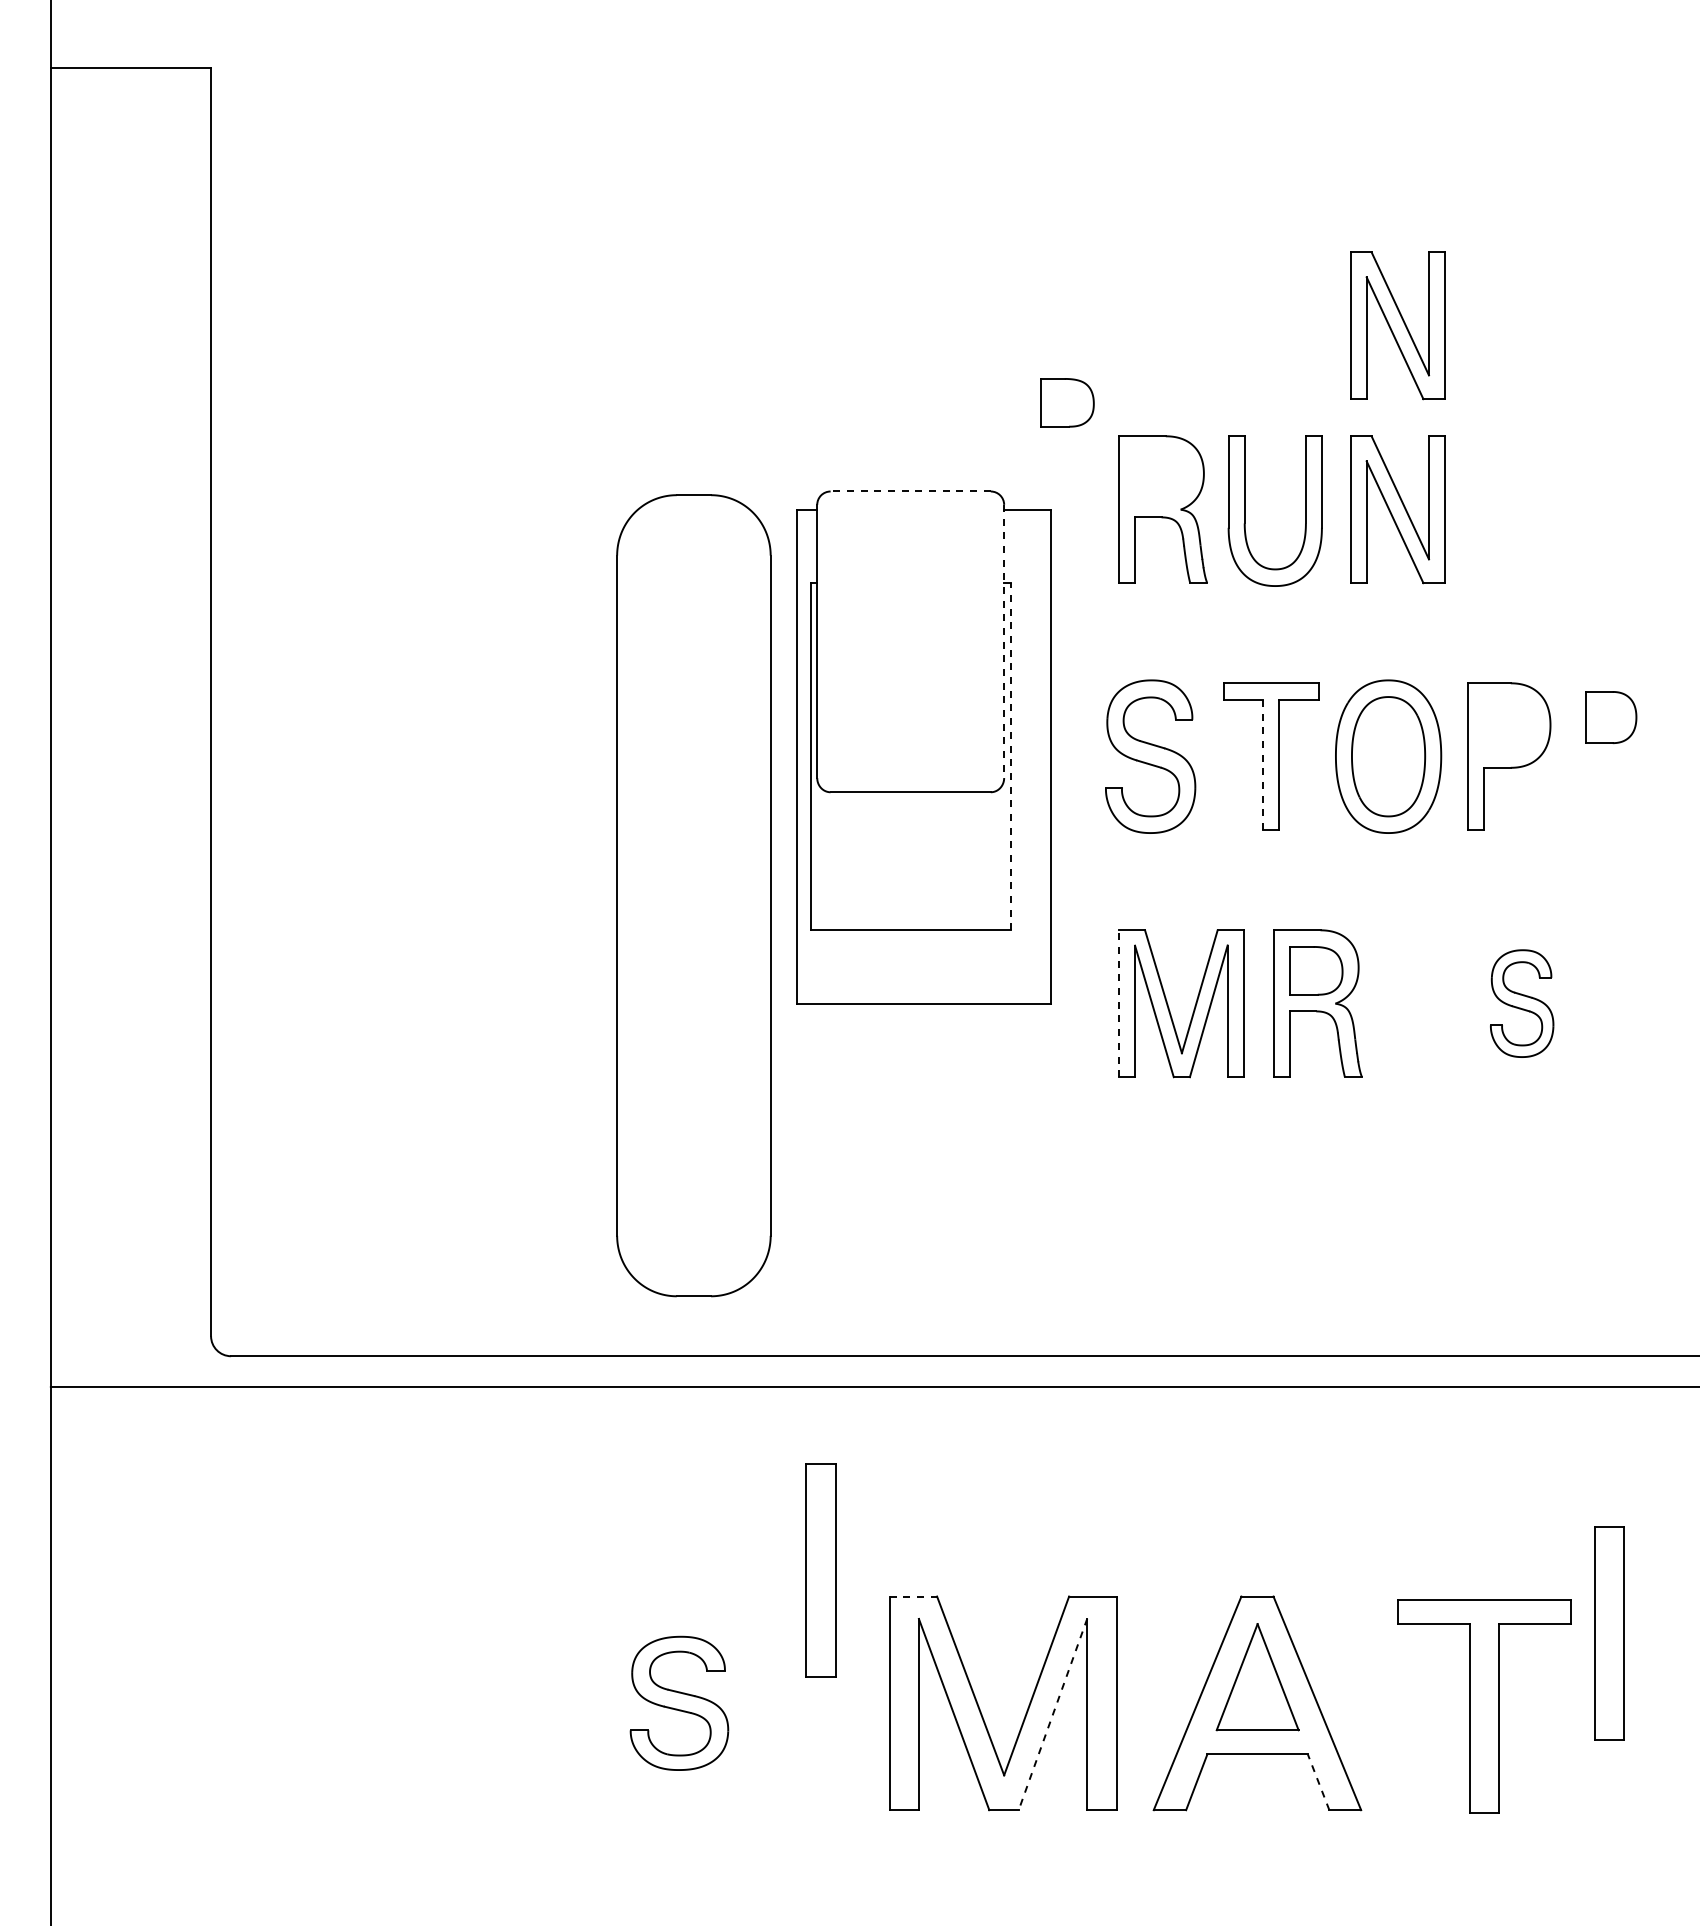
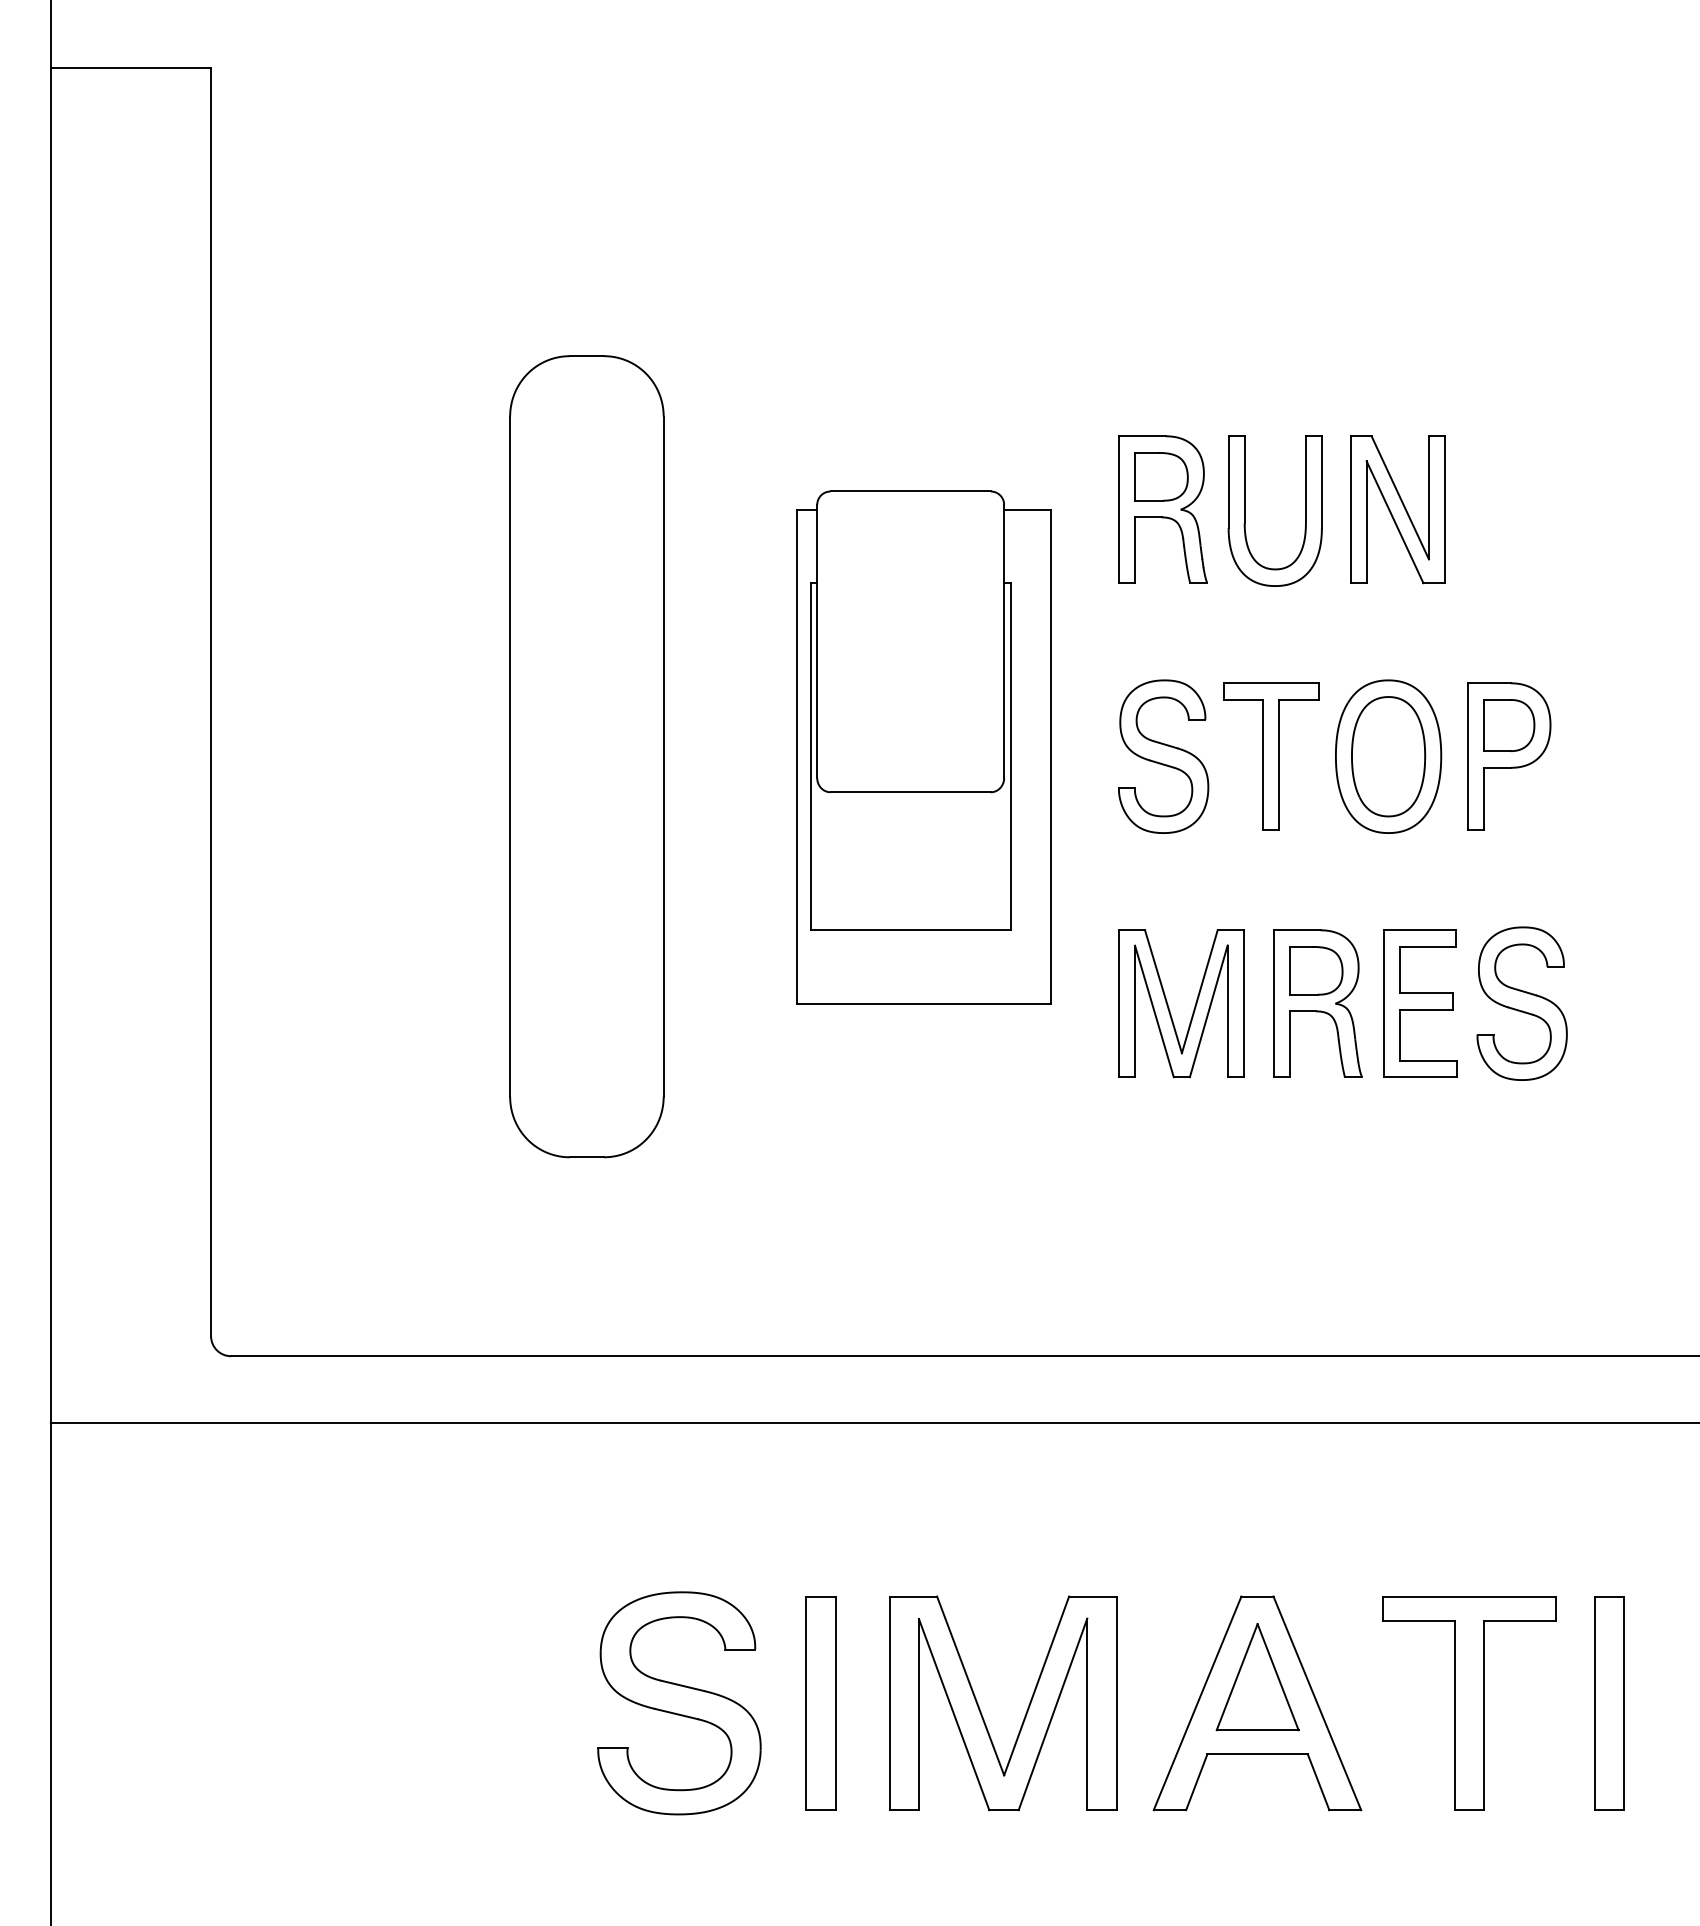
part at (1397, 325): present -> none
part at (1067, 402) position: (1067, 402) -> (1161, 476)
line at (910, 491): dashed -> solid
line at (1004, 641): dashed -> solid
part at (1611, 717) position: (1611, 717) -> (1509, 725)
line at (1010, 756): dashed -> solid
part at (1150, 756) position: (1150, 756) -> (1163, 756)
line at (1263, 764): dashed -> solid
part at (693, 895) position: (693, 895) -> (586, 756)
line at (1118, 1003): dashed -> solid
part at (1420, 1003): none -> present
part at (1522, 1003) size: 65x109 px -> 92x155 px
line at (873, 1386) position: (873, 1386) -> (873, 1422)
part at (820, 1570) position: (820, 1570) -> (820, 1703)
line at (913, 1596): dashed -> solid
part at (1609, 1633) position: (1609, 1633) -> (1609, 1703)
part at (679, 1702) size: 101x136 px -> 165x225 px
part at (1484, 1706) position: (1484, 1706) -> (1469, 1703)
line at (1053, 1714): dashed -> solid
line at (1318, 1782): dashed -> solid
